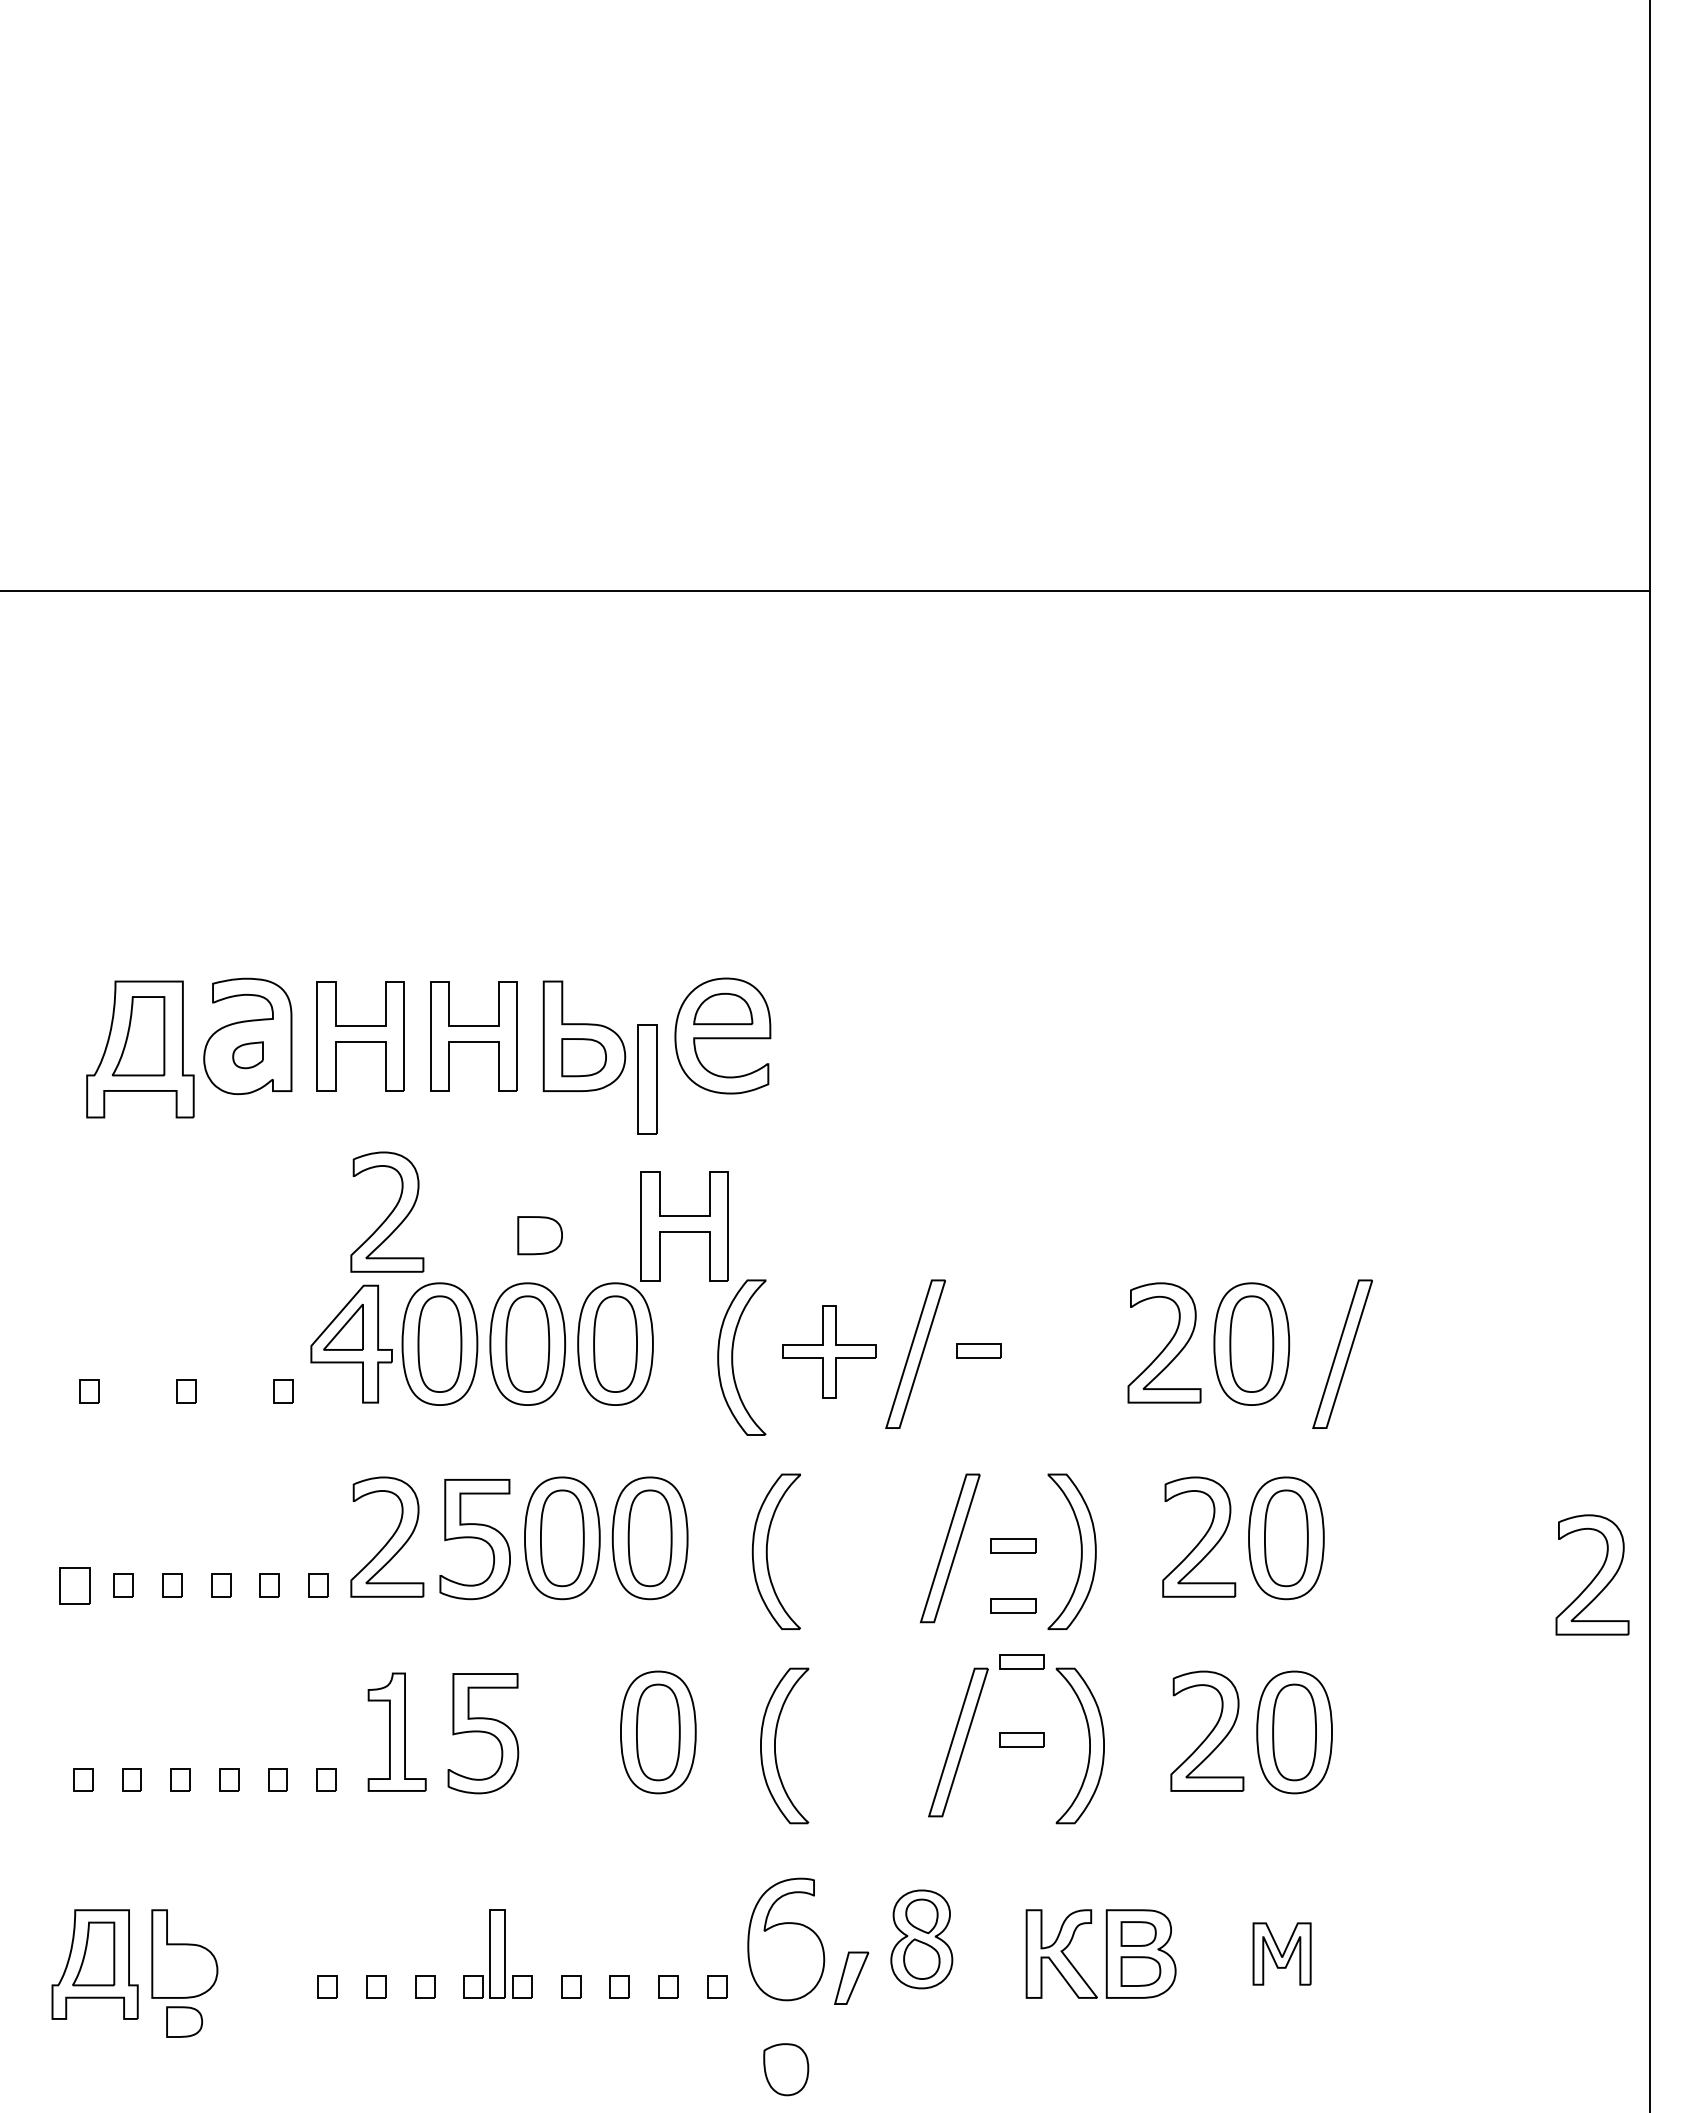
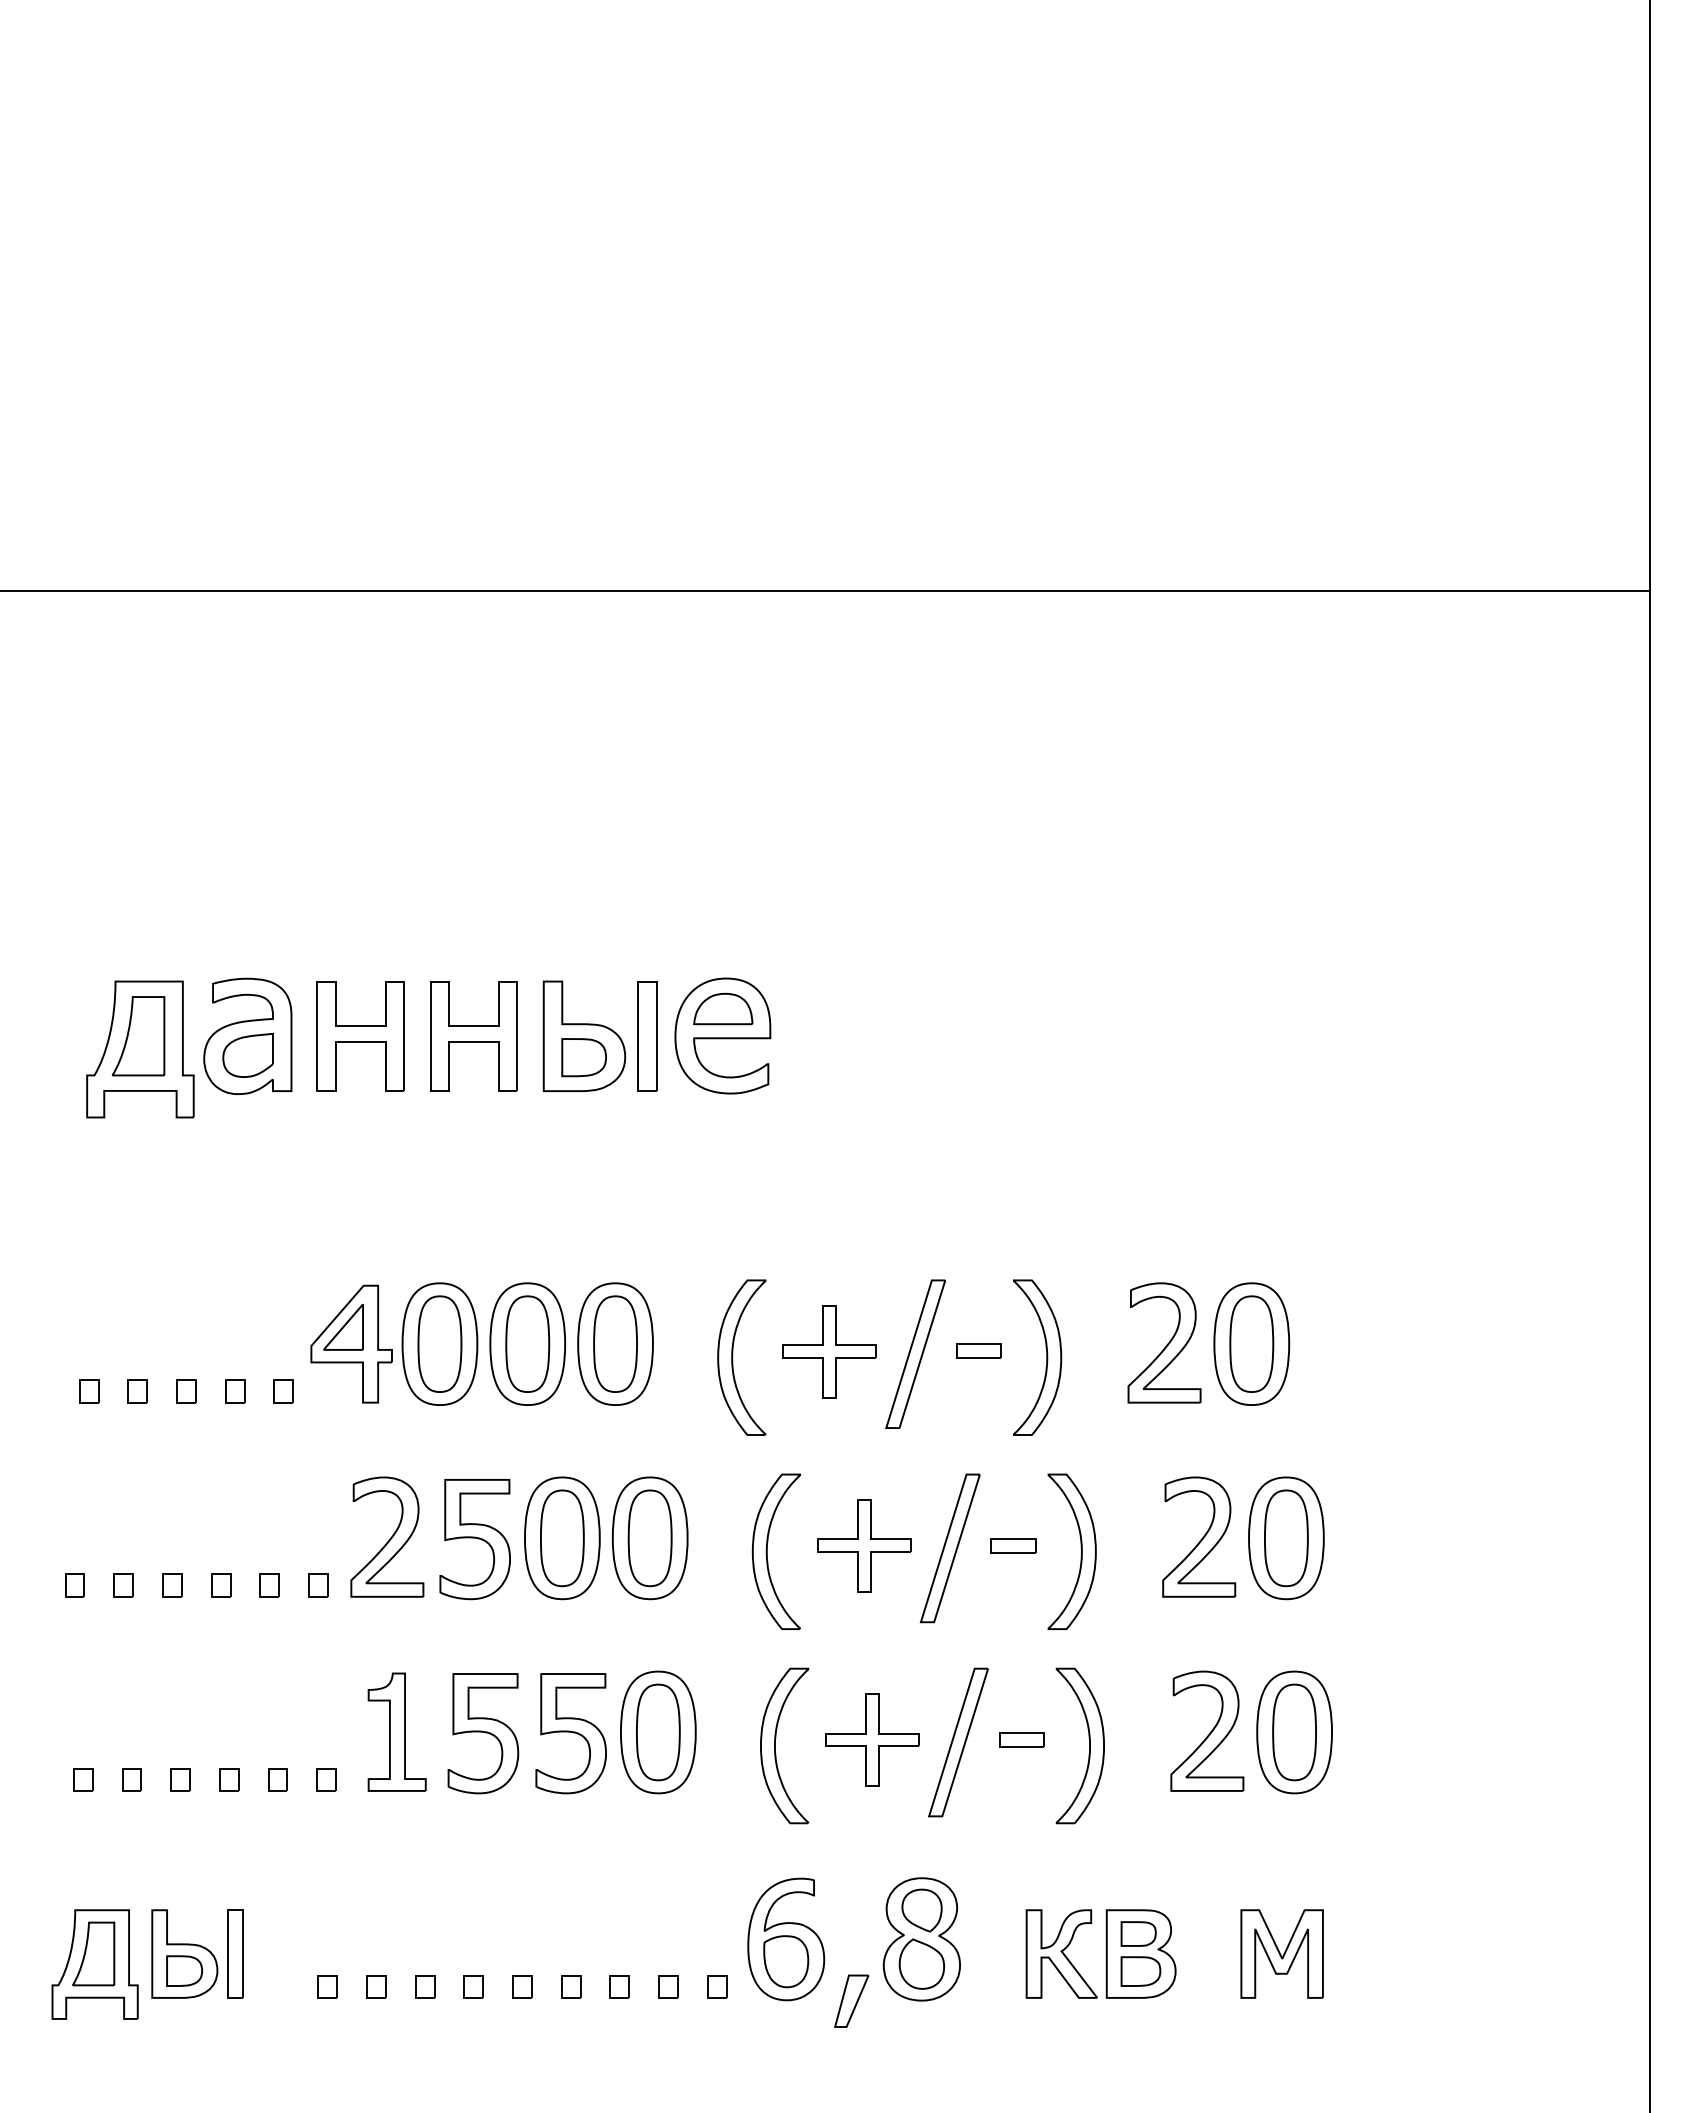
part at (247, 1055) size: 32x29 px -> 52x46 px
part at (647, 1079) position: (647, 1079) -> (647, 1036)
part at (387, 1211): present -> none
part at (684, 1226): present -> none
part at (539, 1235): present -> none
part at (1342, 1353): present -> none
part at (1046, 1357): none -> present
part at (137, 1391): none -> present
part at (235, 1391): none -> present
part at (864, 1545): none -> present
part at (1592, 1574): present -> none
part at (74, 1585) size: 32x38 px -> 20x25 px
part at (1013, 1605): present -> none
part at (1021, 1661): present -> none
part at (570, 1733): none -> present
part at (872, 1739): none -> present
part at (921, 1939) size: 64x101 px -> 79x125 px
part at (497, 1953) position: (497, 1953) -> (235, 1953)
part at (1281, 1953) size: 60x64 px -> 84x90 px
part at (851, 1977) position: (851, 1977) -> (851, 2000)
part at (184, 2021) position: (184, 2021) -> (184, 1970)
part at (786, 2069) position: (786, 2069) -> (786, 1961)
